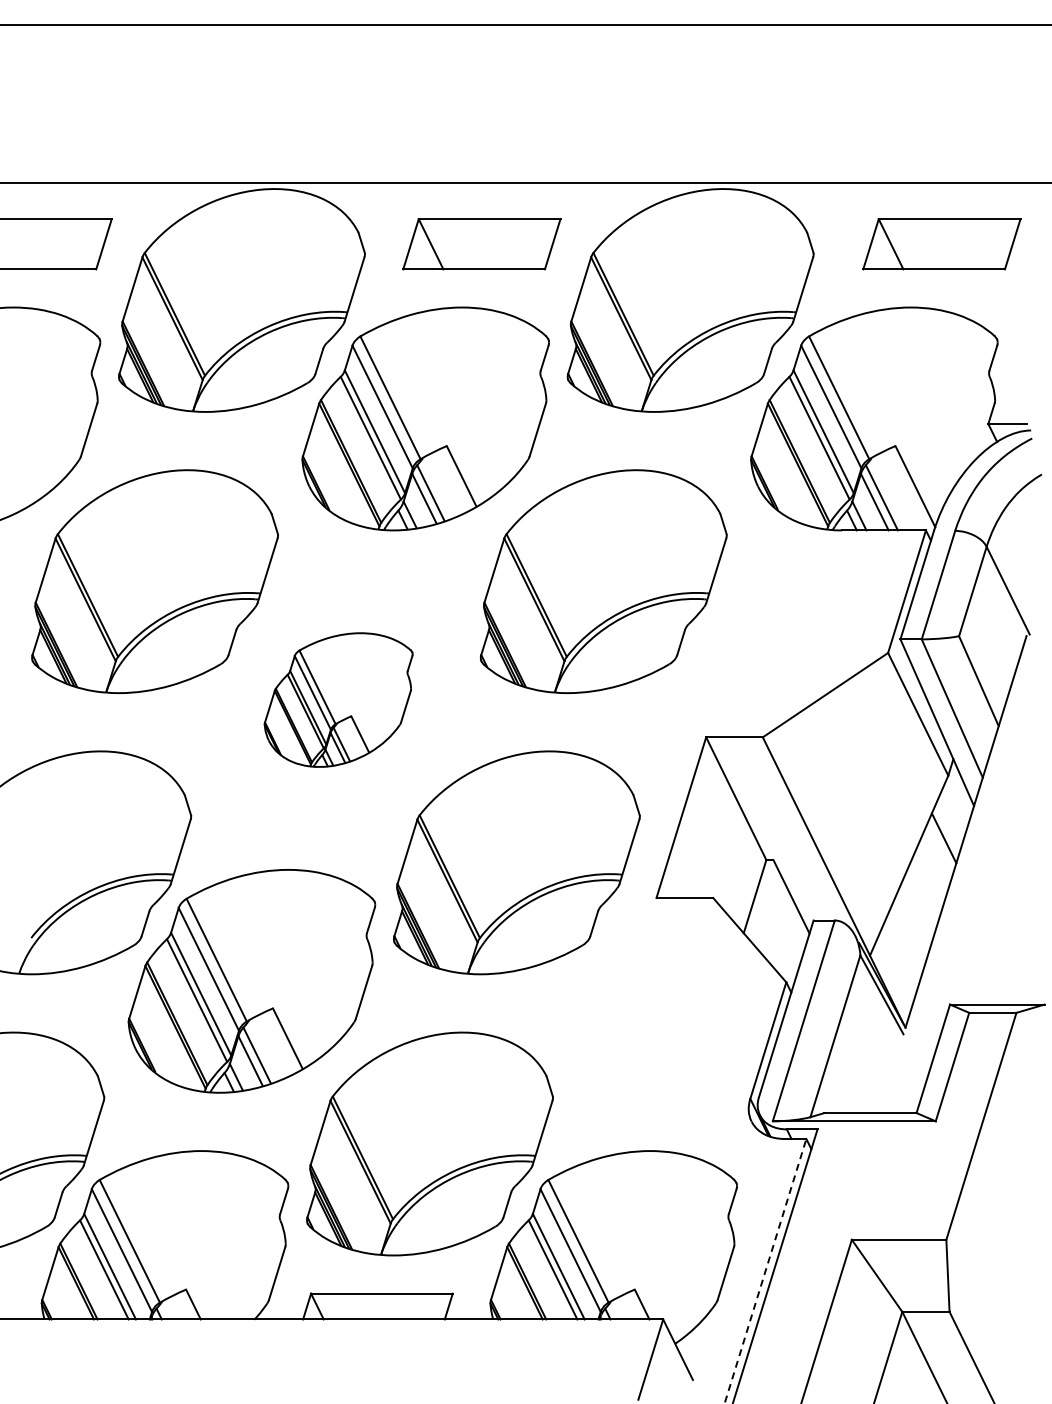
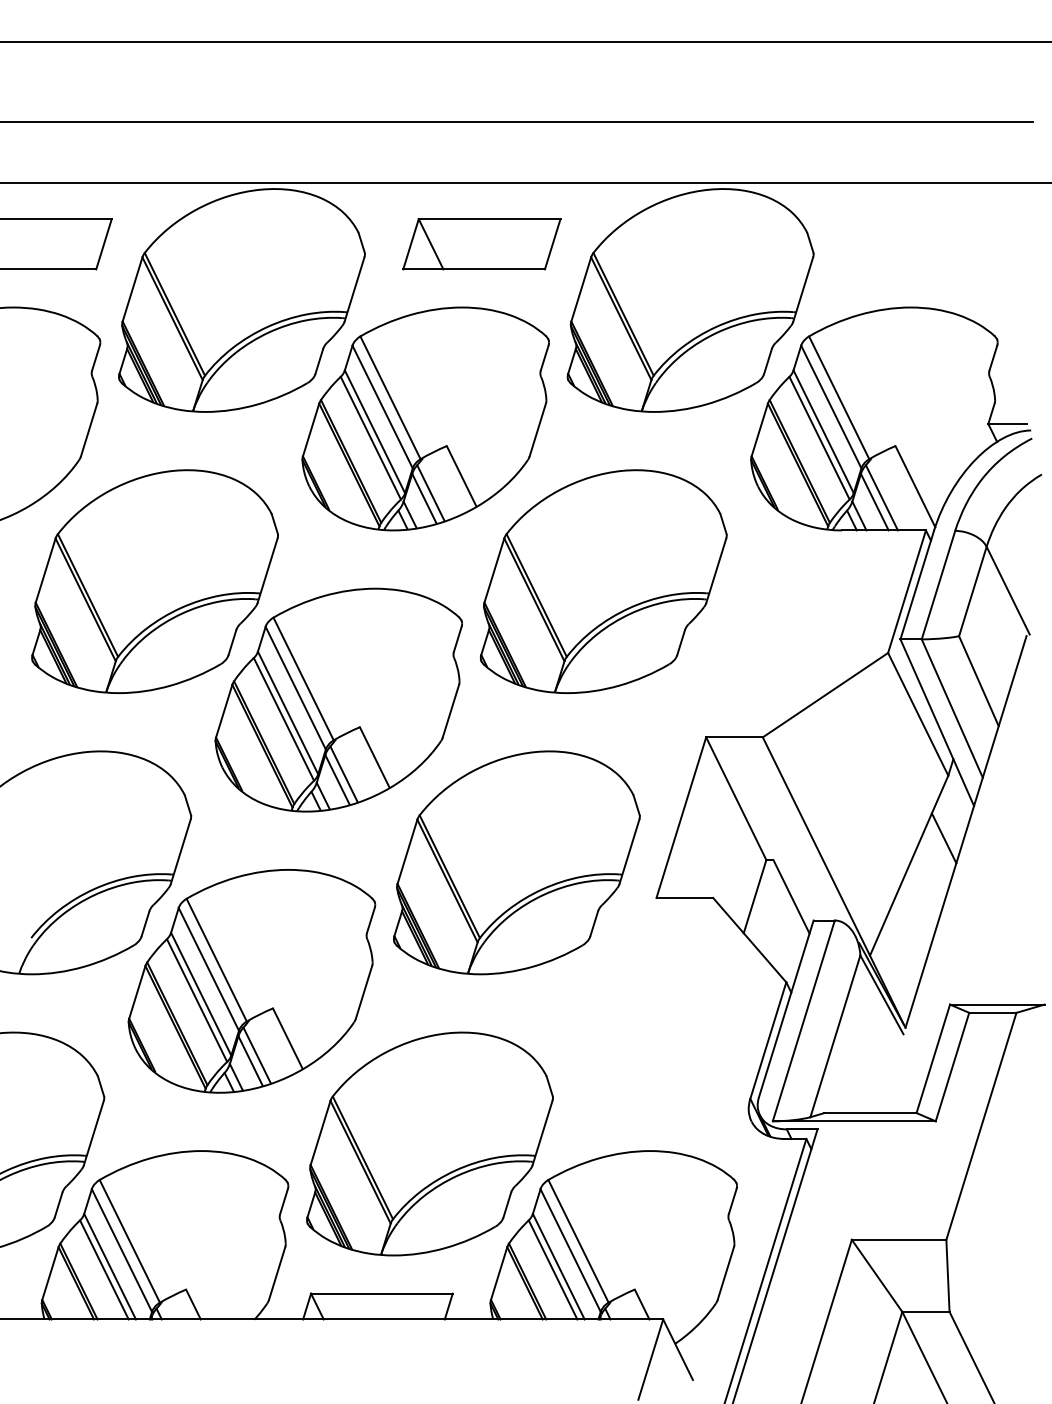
line at (525, 25) position: (525, 25) -> (525, 42)
line at (517, 122): none -> present
part at (941, 244): present -> none
part at (338, 699) size: 151x136 px -> 249x226 px
line at (765, 1270): dashed -> solid
